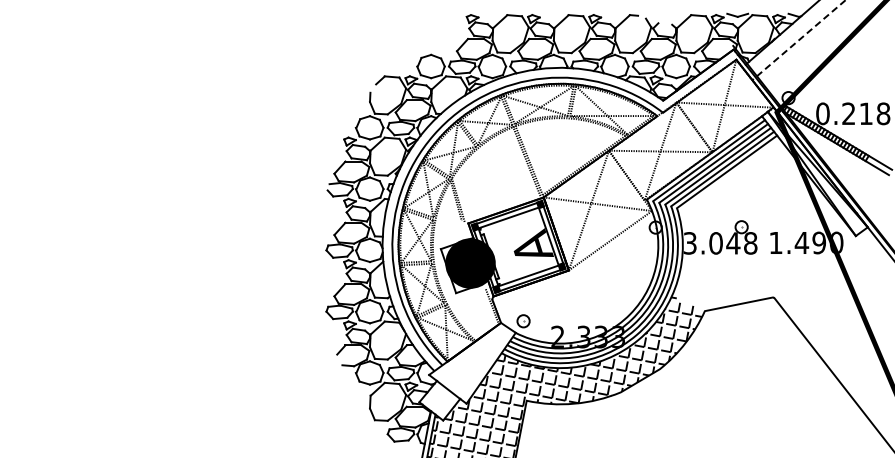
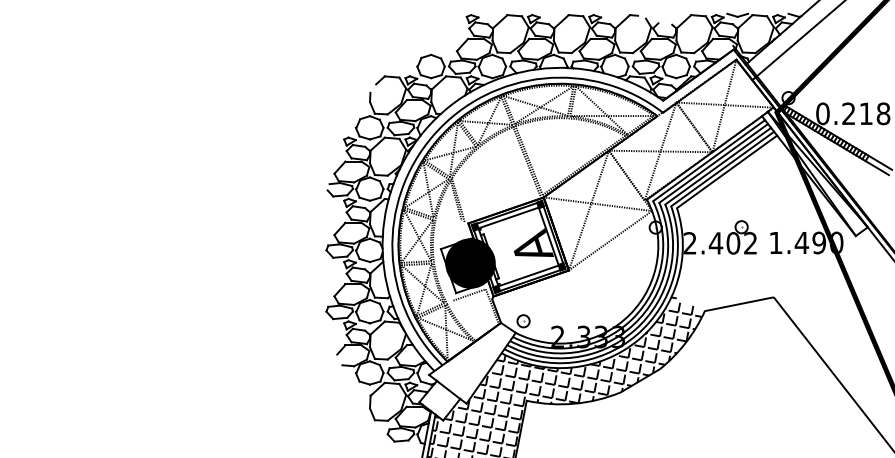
line at (798, 40): dashed -> solid
text at (720, 243): 3.048 -> 2.402
line at (469, 294): none -> present
